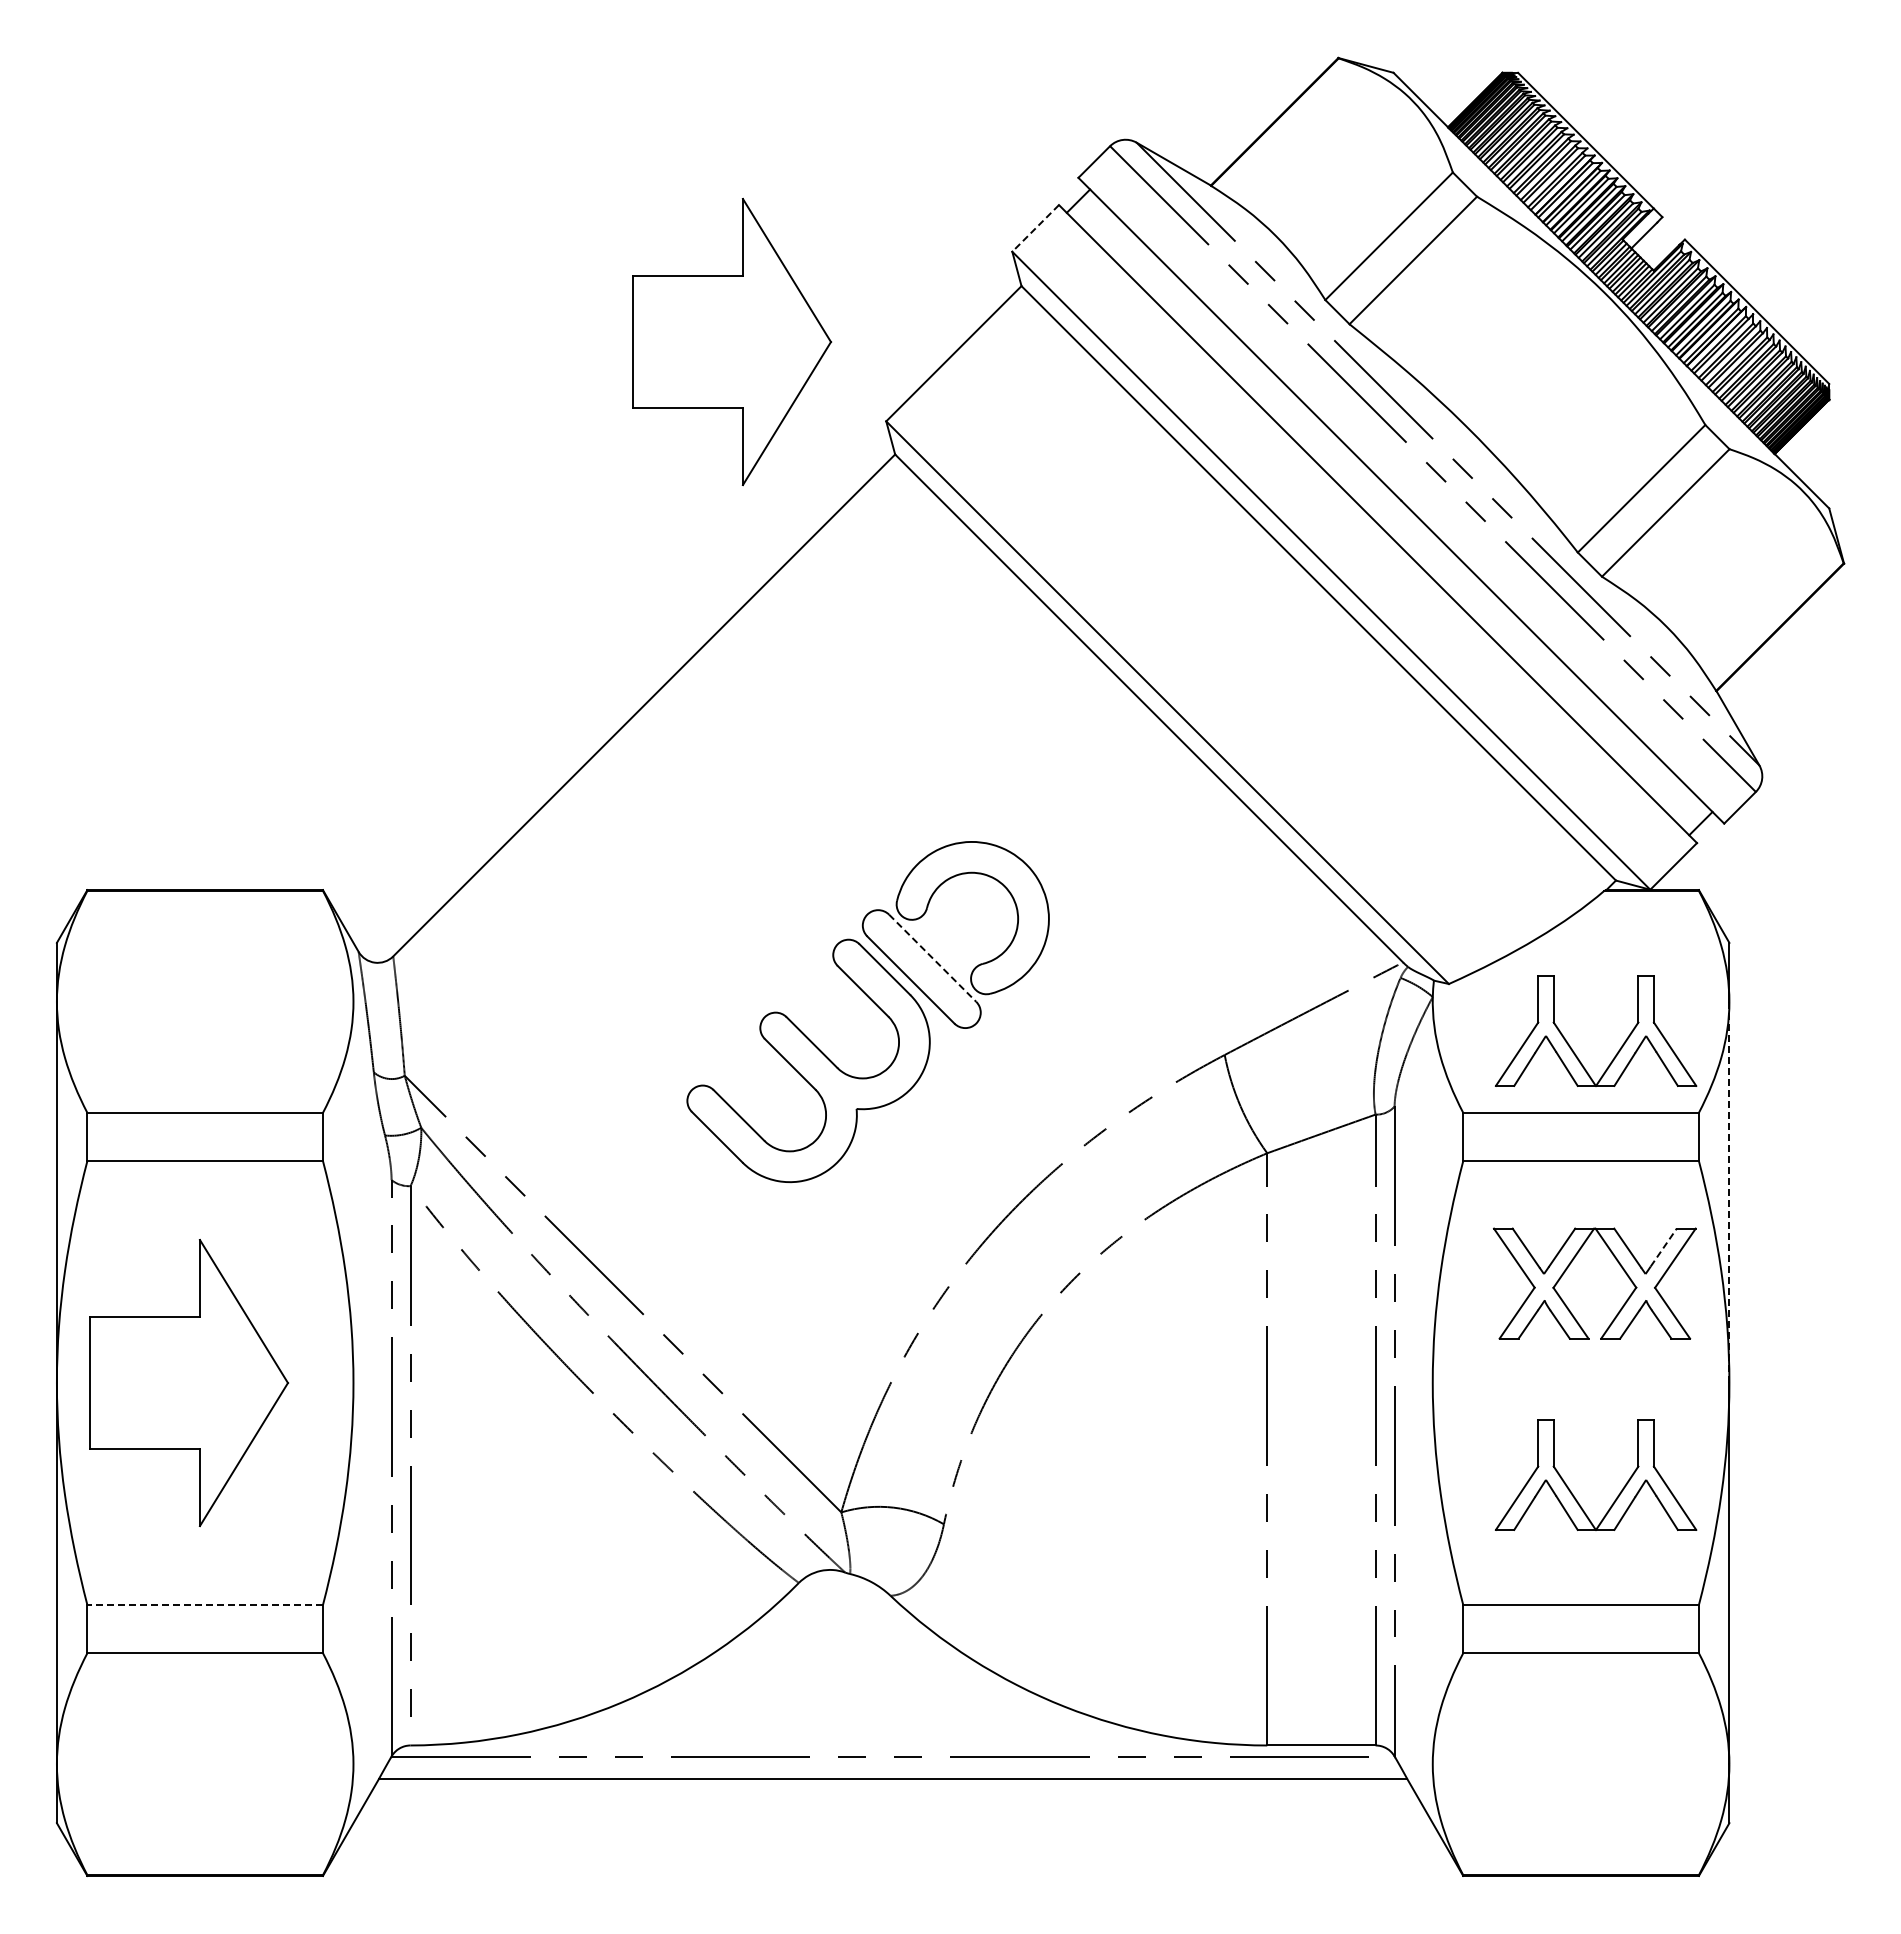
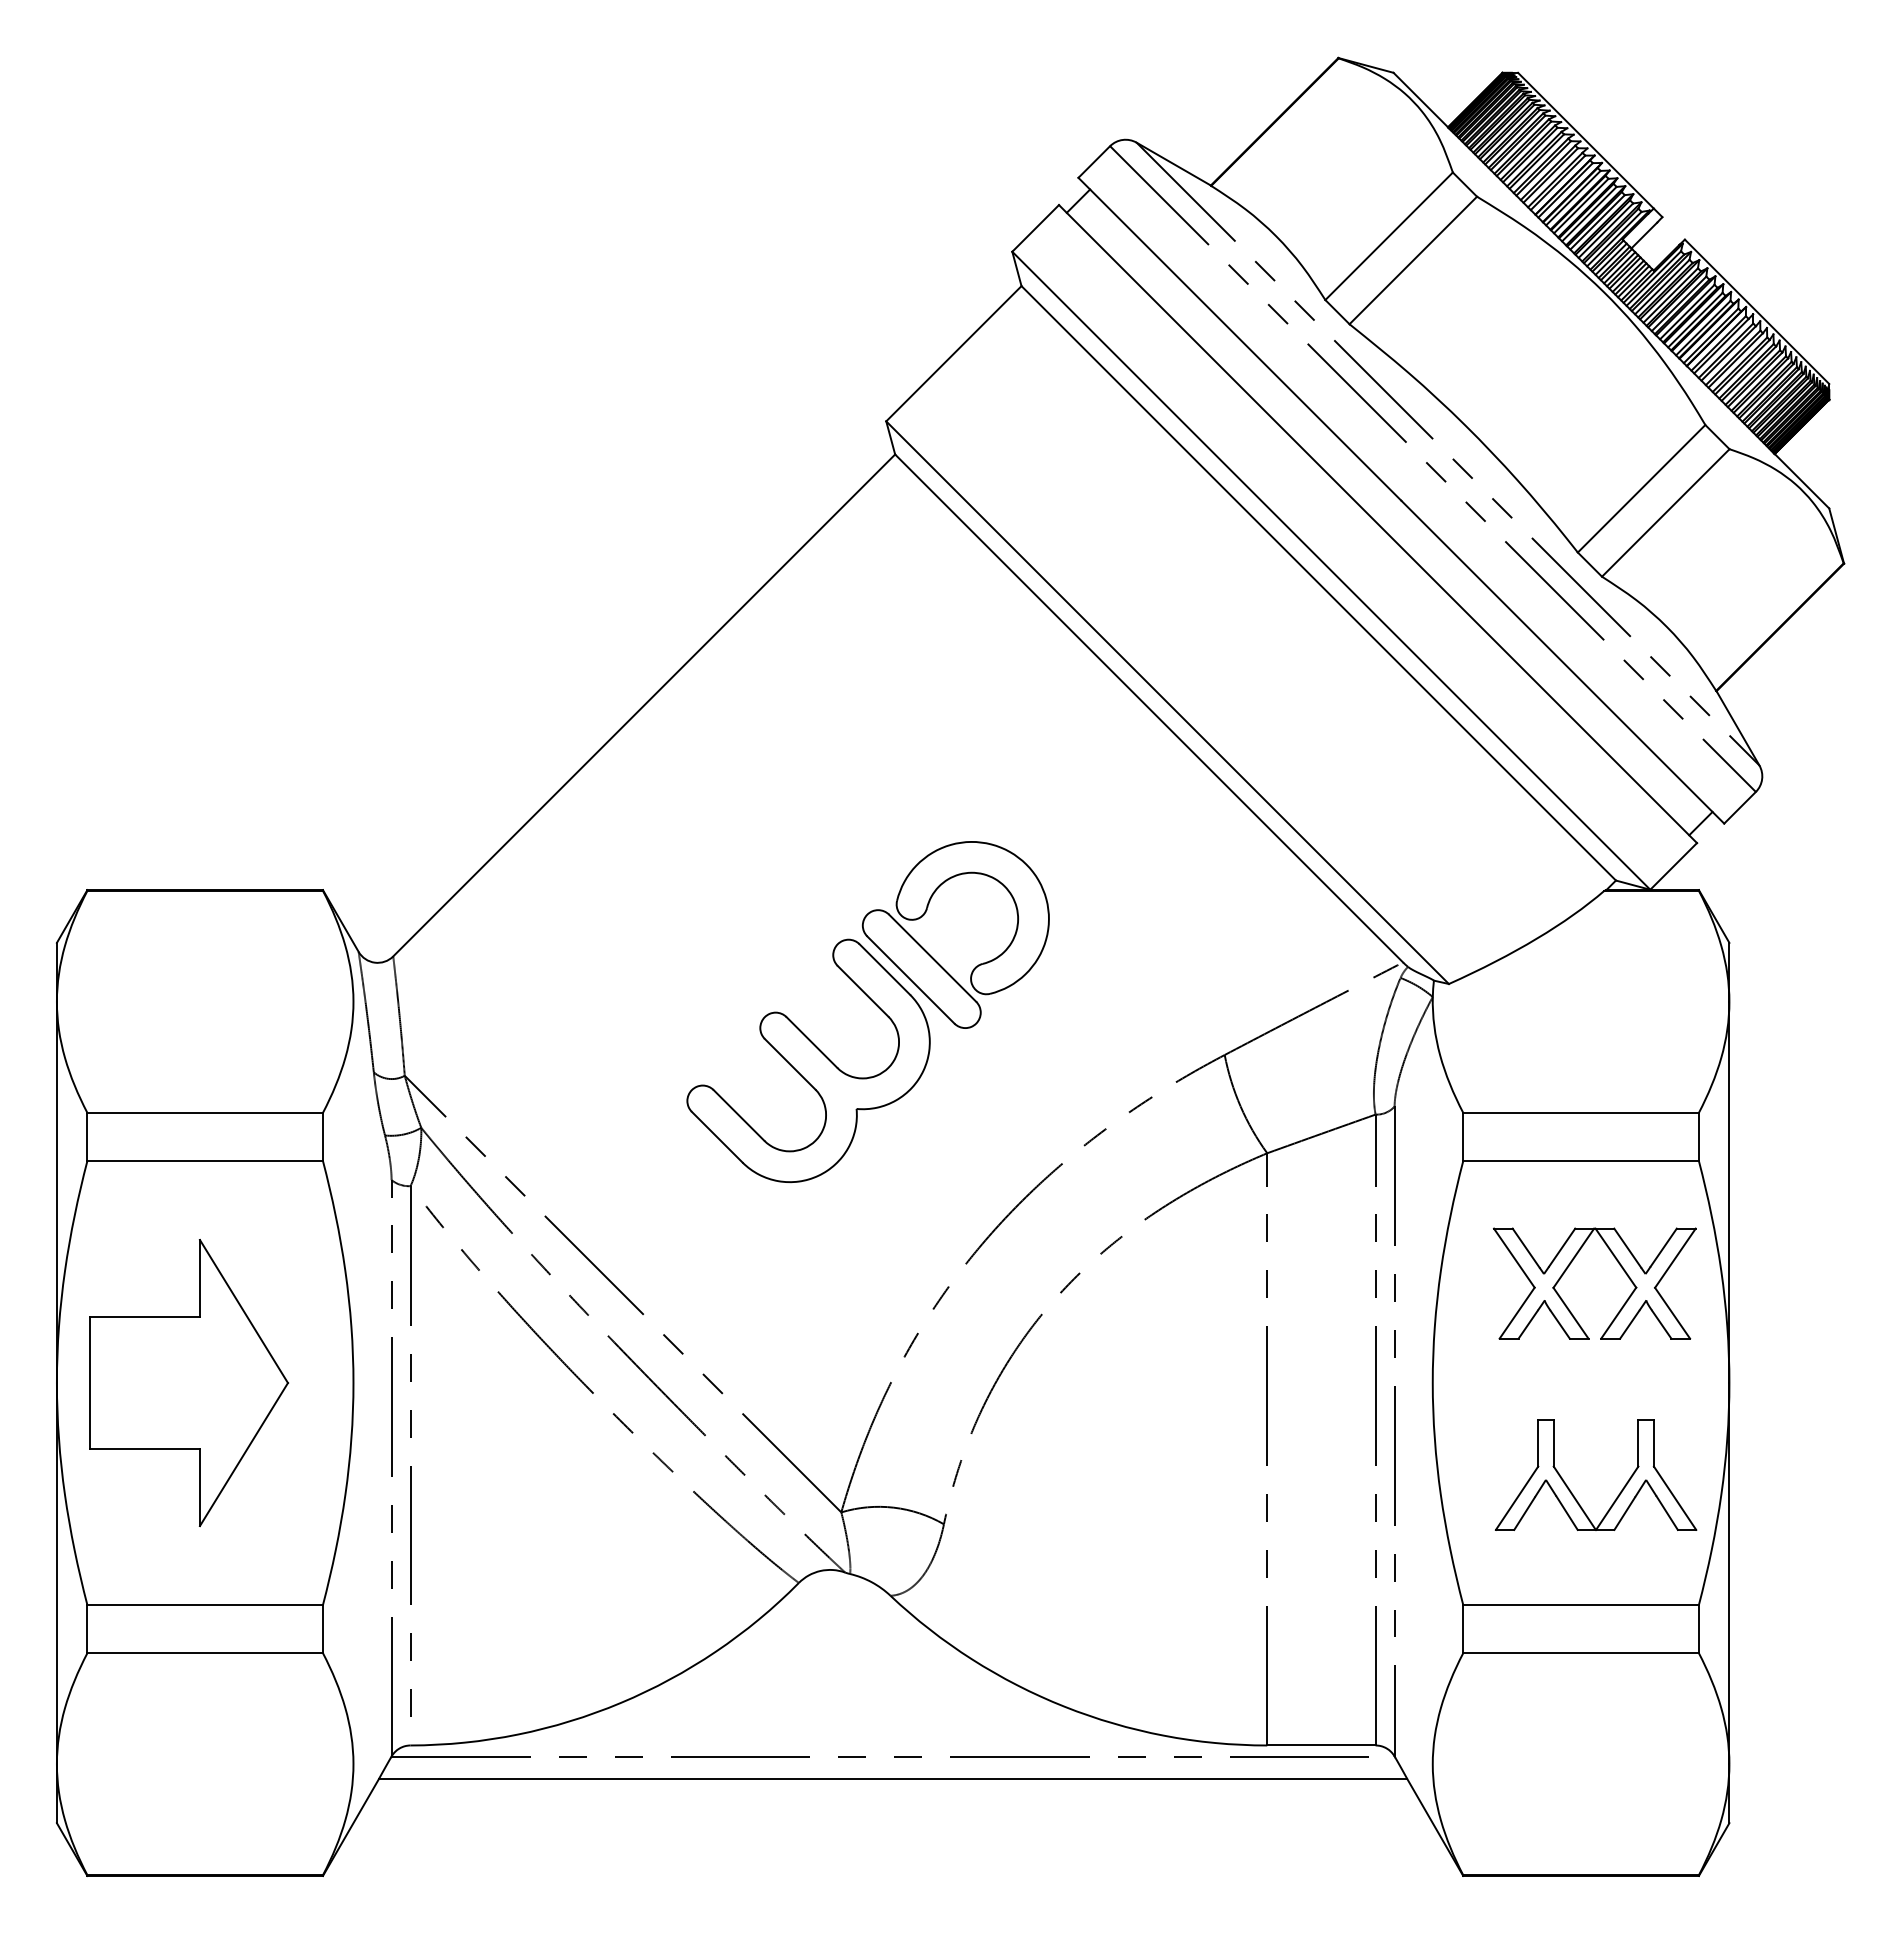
line at (1035, 228): dashed -> solid
part at (731, 342): present -> none
line at (932, 958): dashed -> solid
part at (1570, 1045): present -> none
line at (1729, 1192): dashed -> solid
line at (1663, 1247): dashed -> solid
line at (205, 1605): dashed -> solid
